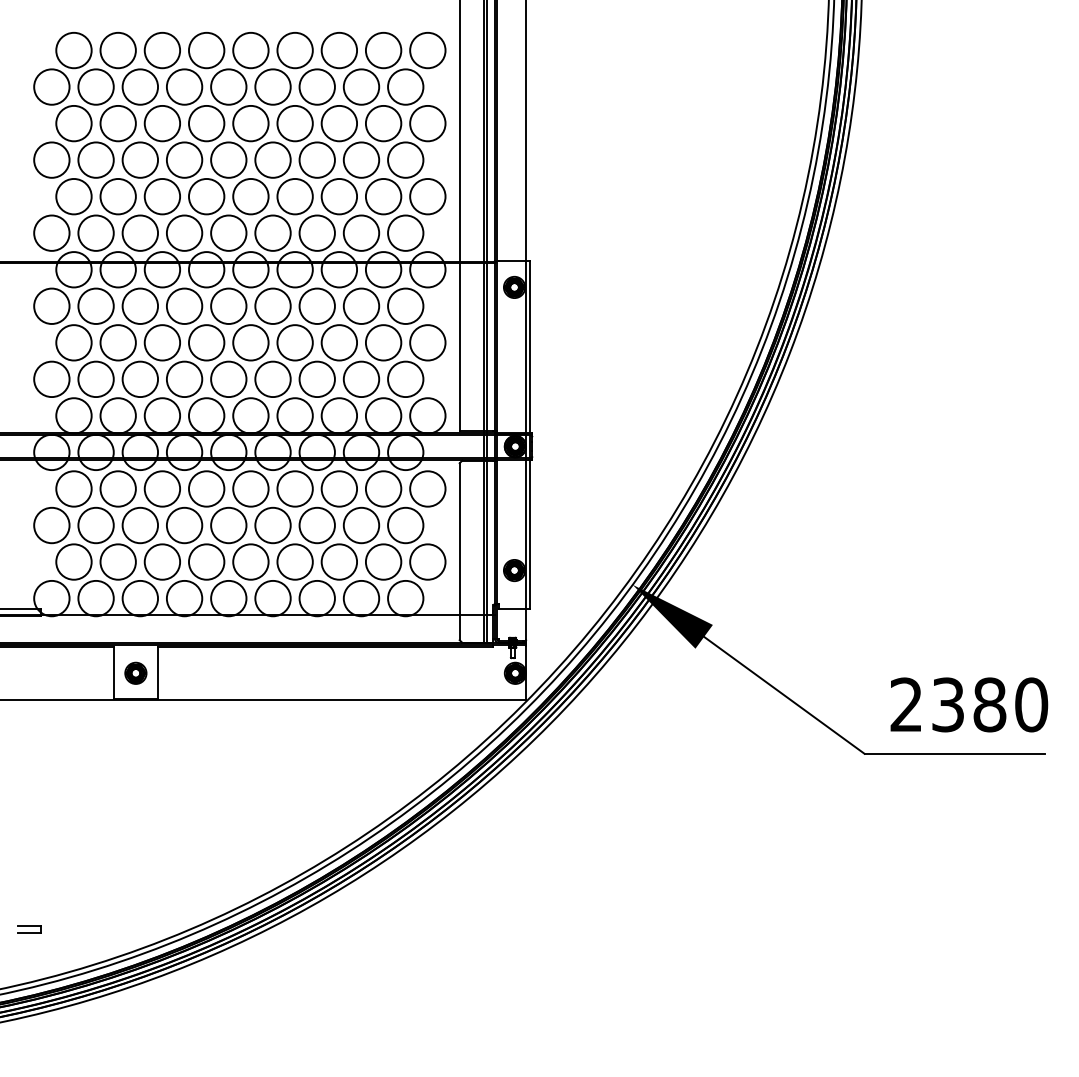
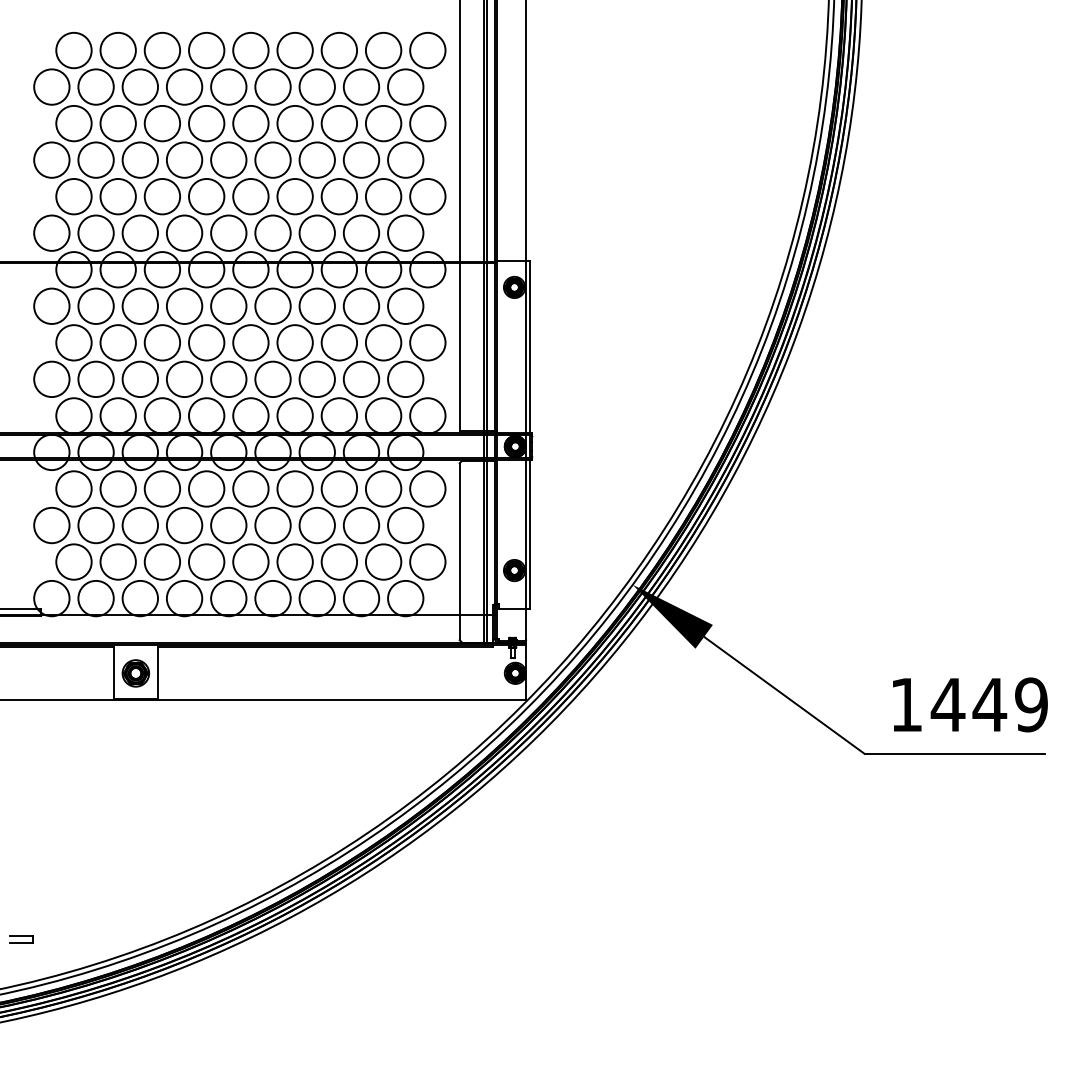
part at (135, 672) size: 24x24 px -> 29x29 px
text at (969, 704): 2380 -> 1449
part at (29, 929) position: (29, 929) -> (21, 939)
